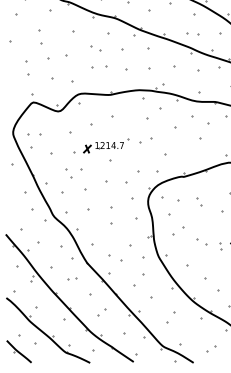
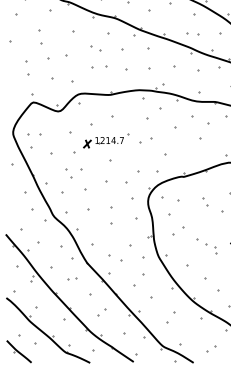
part at (106, 145) position: (106, 145) -> (106, 140)
part at (199, 201) position: (199, 201) -> (205, 201)
part at (220, 246) position: (220, 246) -> (215, 250)
